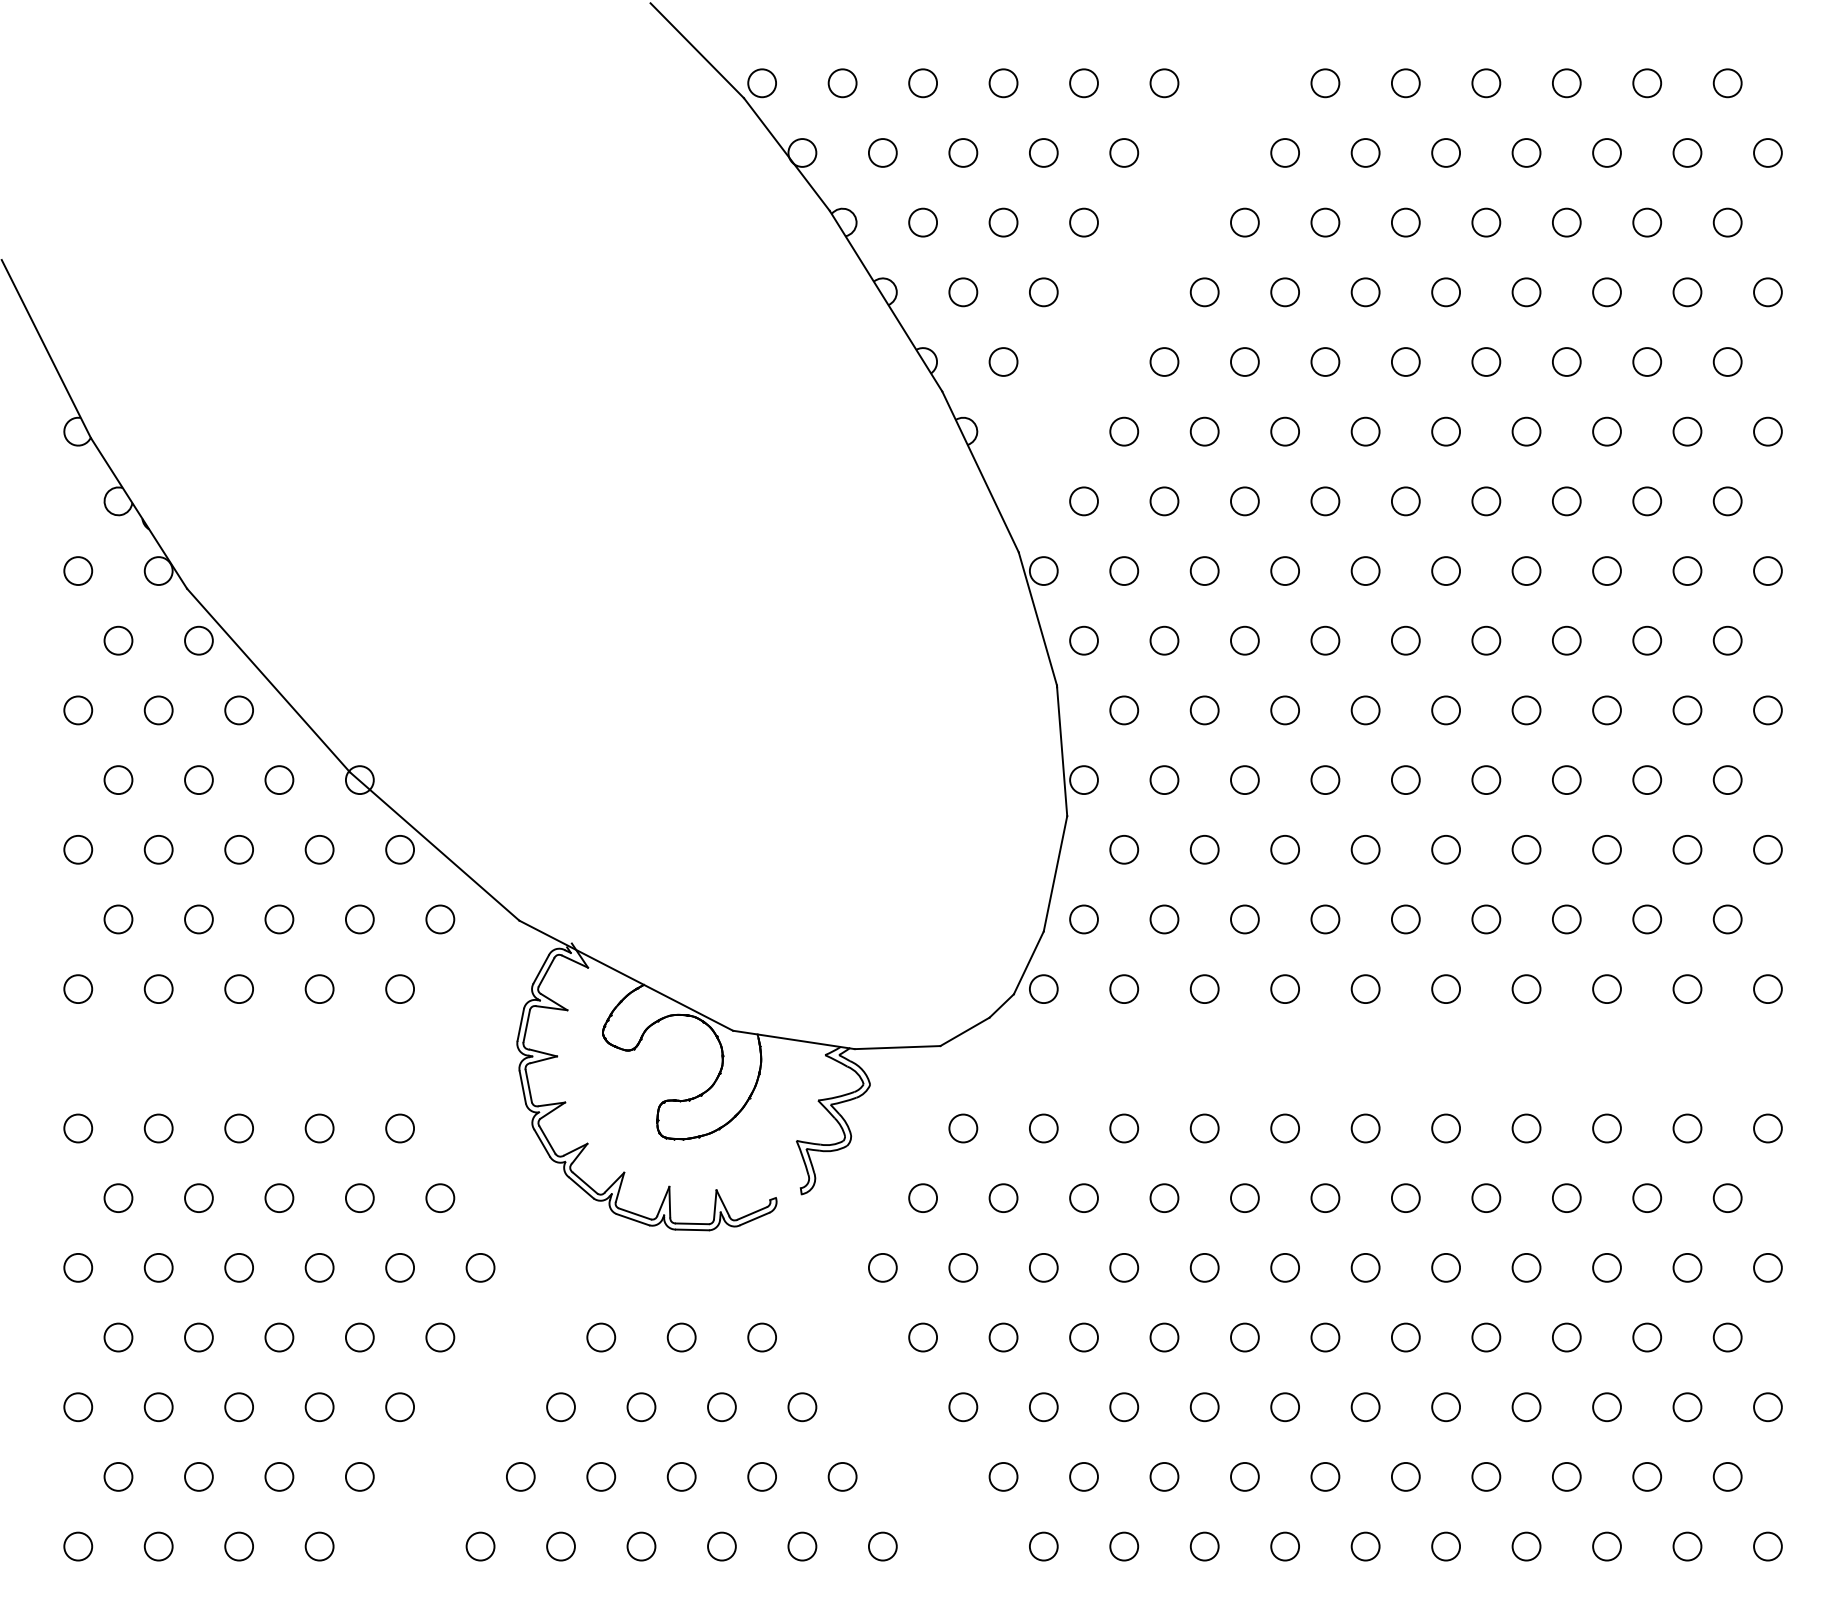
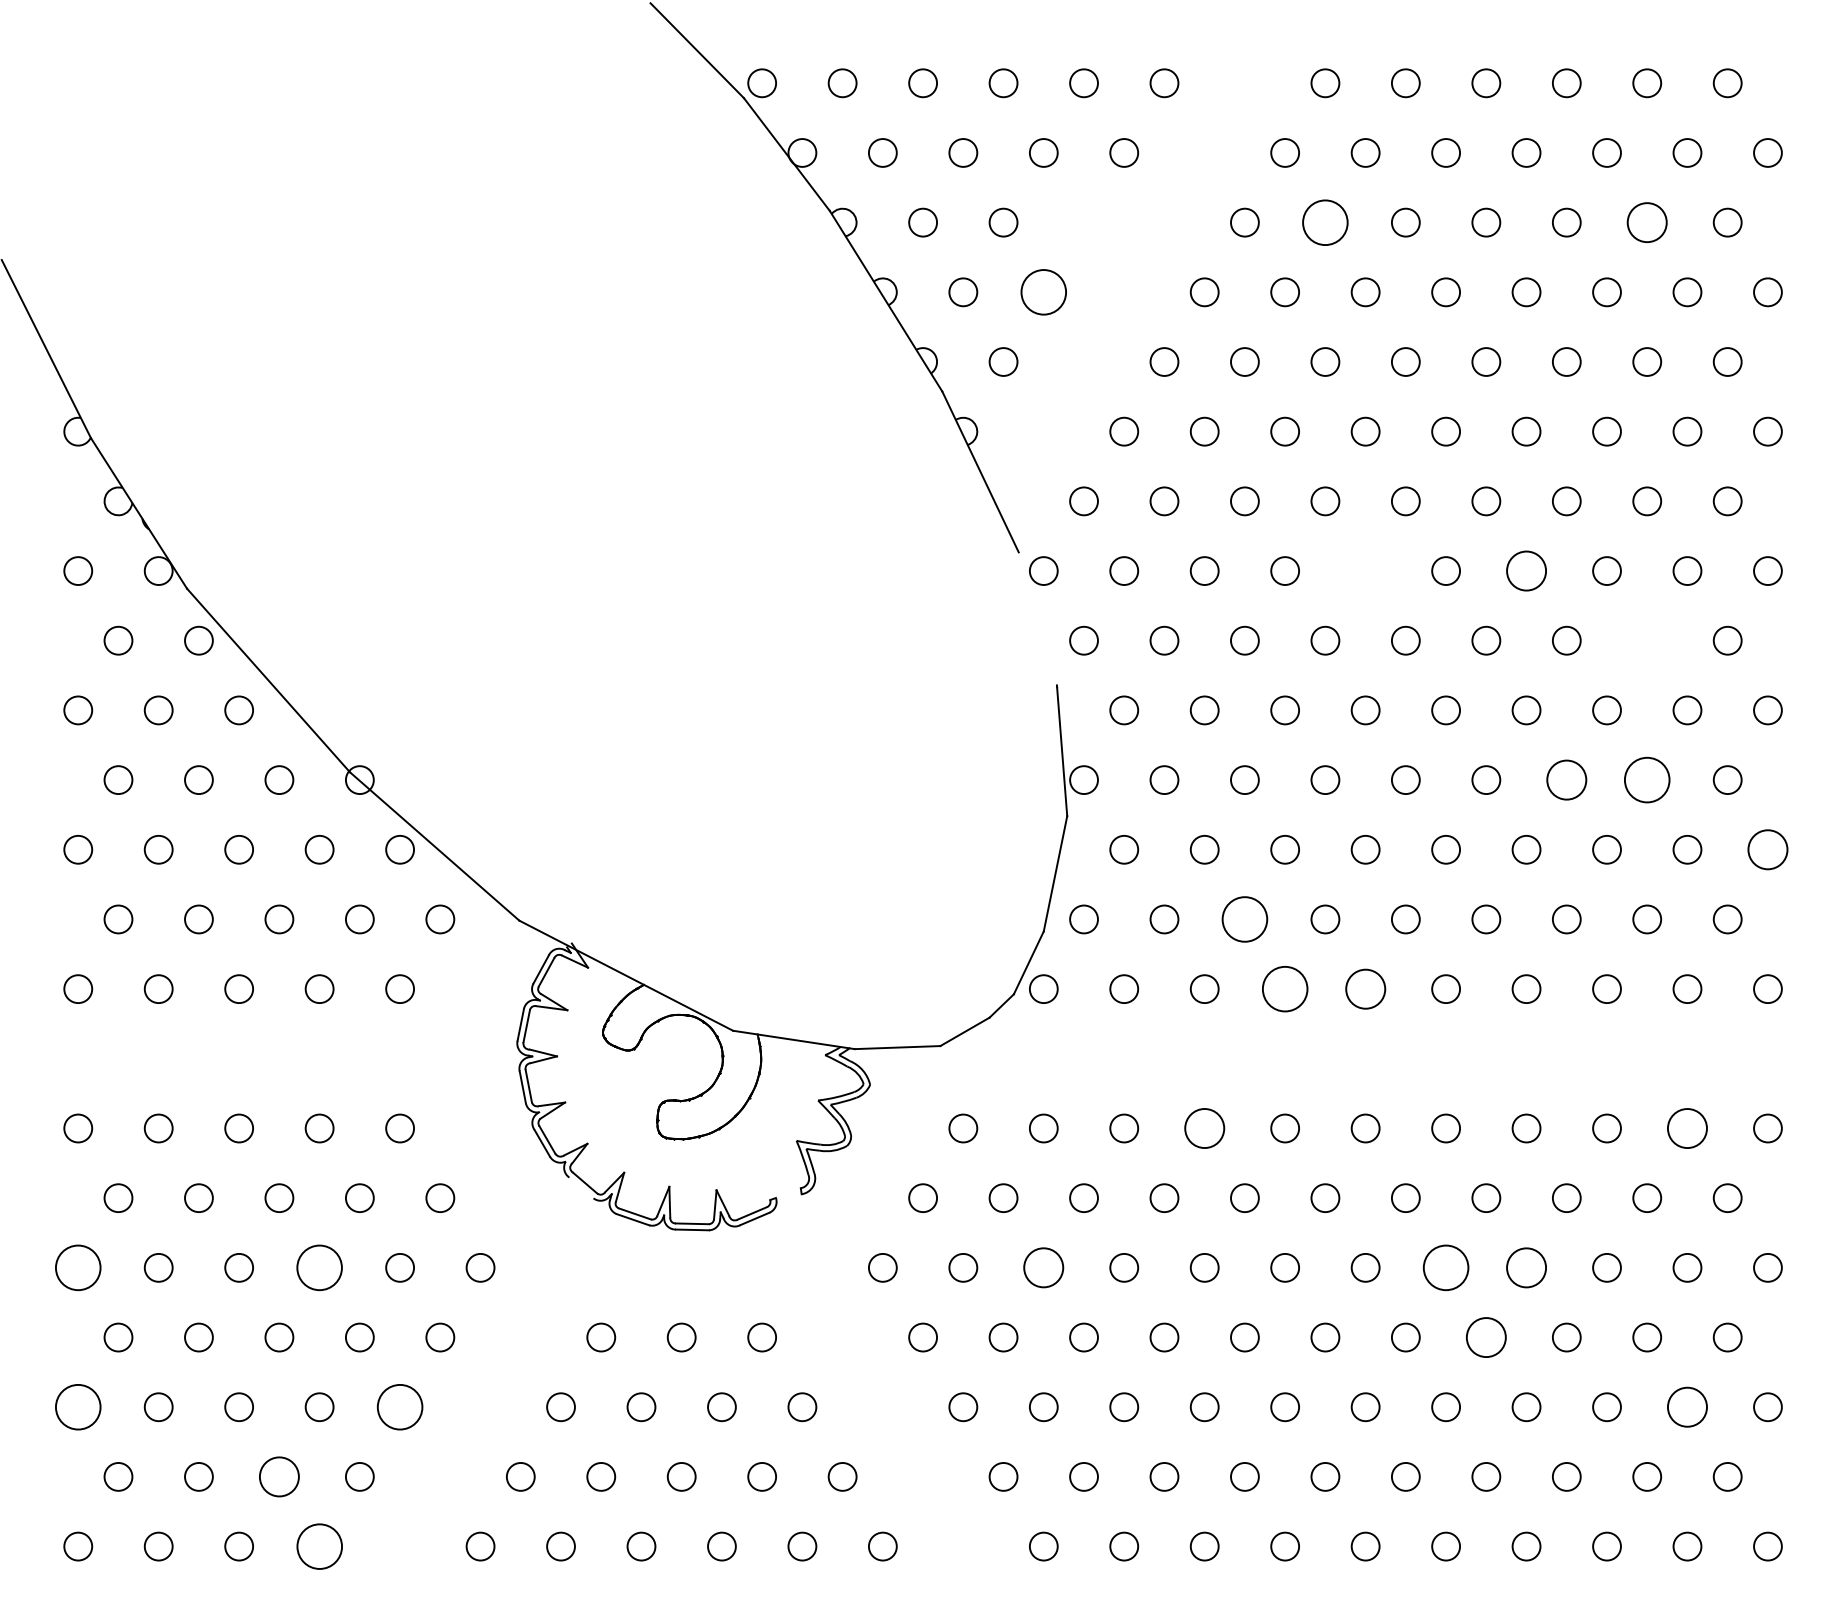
circle at (1083, 222): present -> none
circle at (1325, 222) size: 31x31 px -> 47x47 px
circle at (1647, 222) diameter: 28 px -> 39 px
circle at (1043, 292) diameter: 28 px -> 45 px
circle at (1365, 570): present -> none
circle at (1526, 571) diameter: 28 px -> 39 px
line at (1037, 618): present -> none
circle at (1647, 640): present -> none
circle at (1566, 780) diameter: 28 px -> 39 px
circle at (1647, 780) diameter: 28 px -> 45 px
circle at (1767, 849) diameter: 28 px -> 39 px
circle at (1244, 919) diameter: 28 px -> 45 px
circle at (1365, 988) size: 31x30 px -> 42x42 px
circle at (1285, 989) diameter: 28 px -> 45 px
circle at (1204, 1128) diameter: 28 px -> 39 px
circle at (1687, 1128) size: 31x31 px -> 41x41 px
line at (581, 1187): present -> none
circle at (78, 1267) diameter: 28 px -> 45 px
circle at (319, 1267) diameter: 28 px -> 45 px
circle at (1043, 1267) size: 30x30 px -> 42x42 px
circle at (1446, 1267) diameter: 28 px -> 45 px
circle at (1526, 1267) diameter: 28 px -> 39 px
circle at (1486, 1337) diameter: 28 px -> 39 px
circle at (78, 1407) diameter: 28 px -> 45 px
circle at (400, 1407) diameter: 28 px -> 45 px
circle at (1687, 1407) diameter: 28 px -> 39 px
circle at (279, 1476) diameter: 28 px -> 39 px
circle at (319, 1546) size: 31x31 px -> 47x47 px
